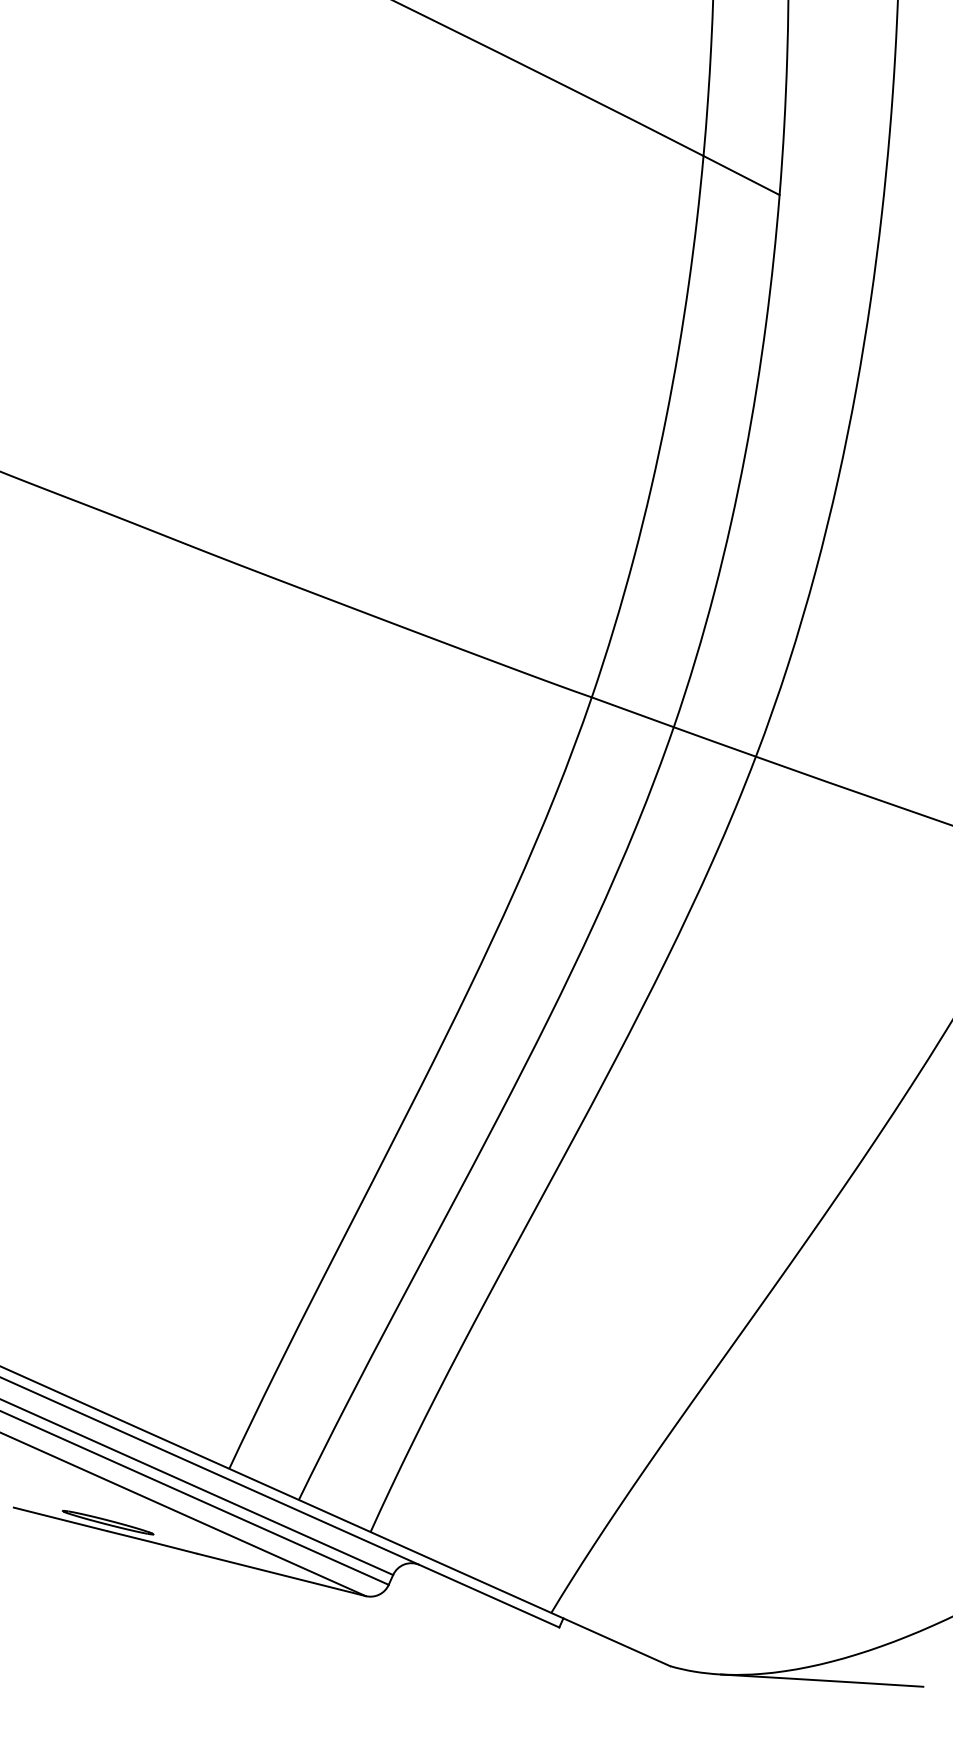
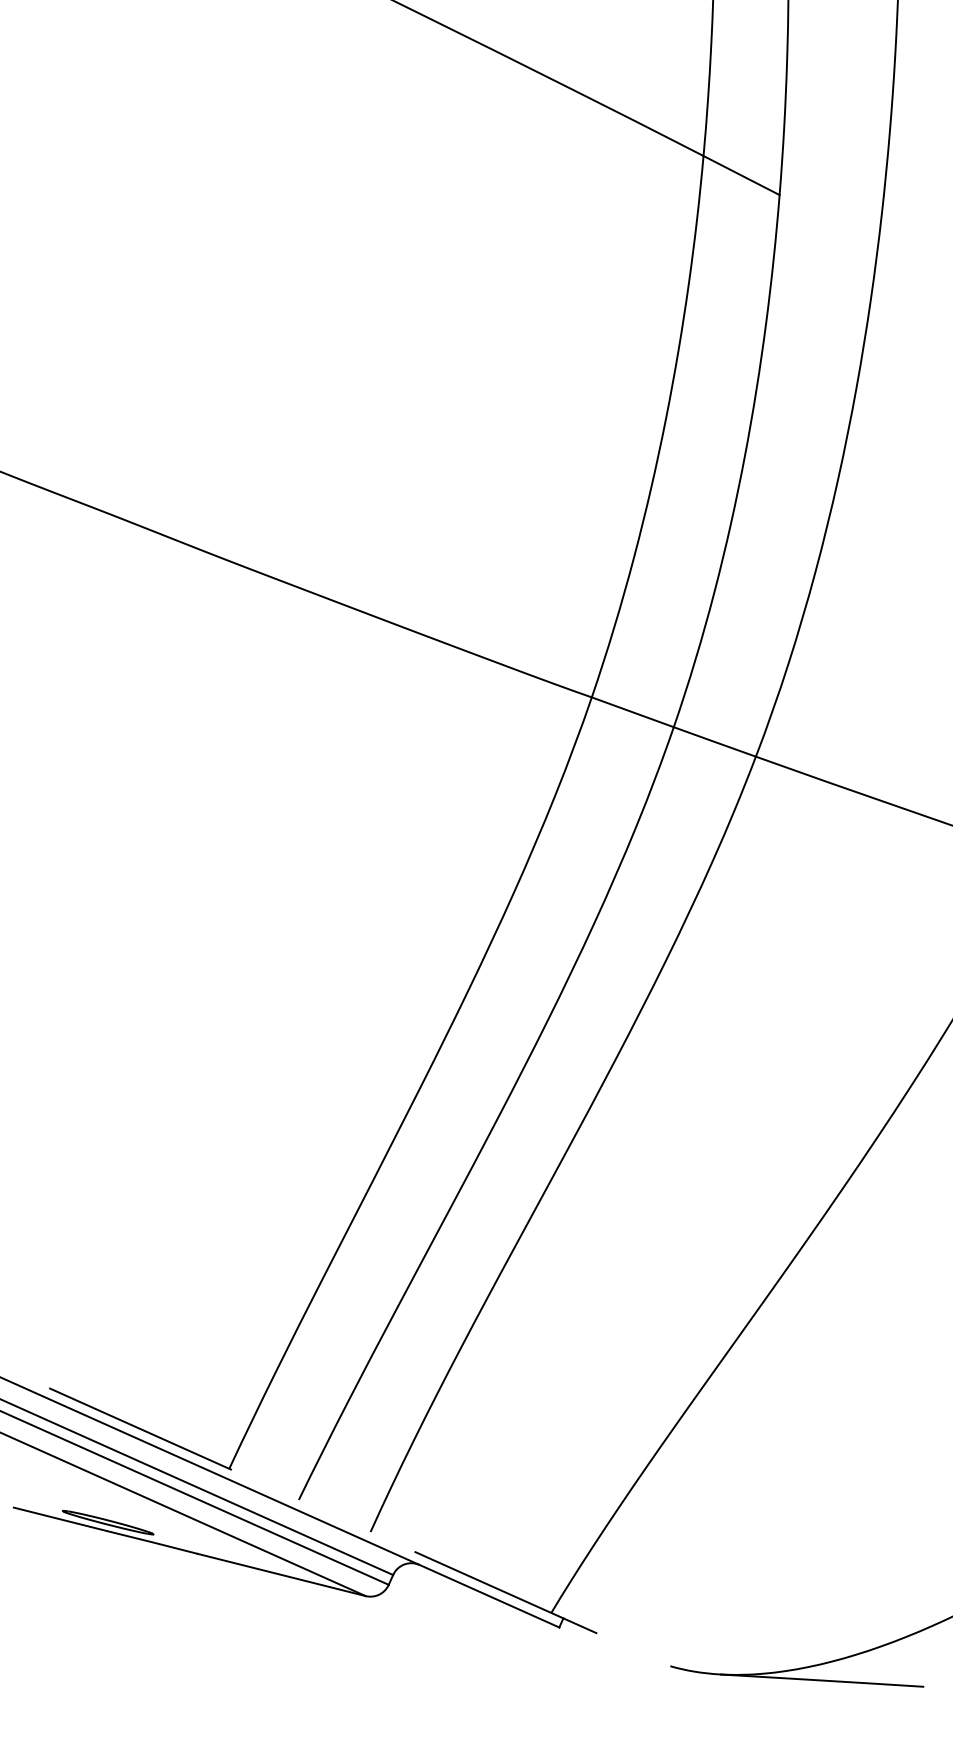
line at (335, 1516): solid -> dashed
